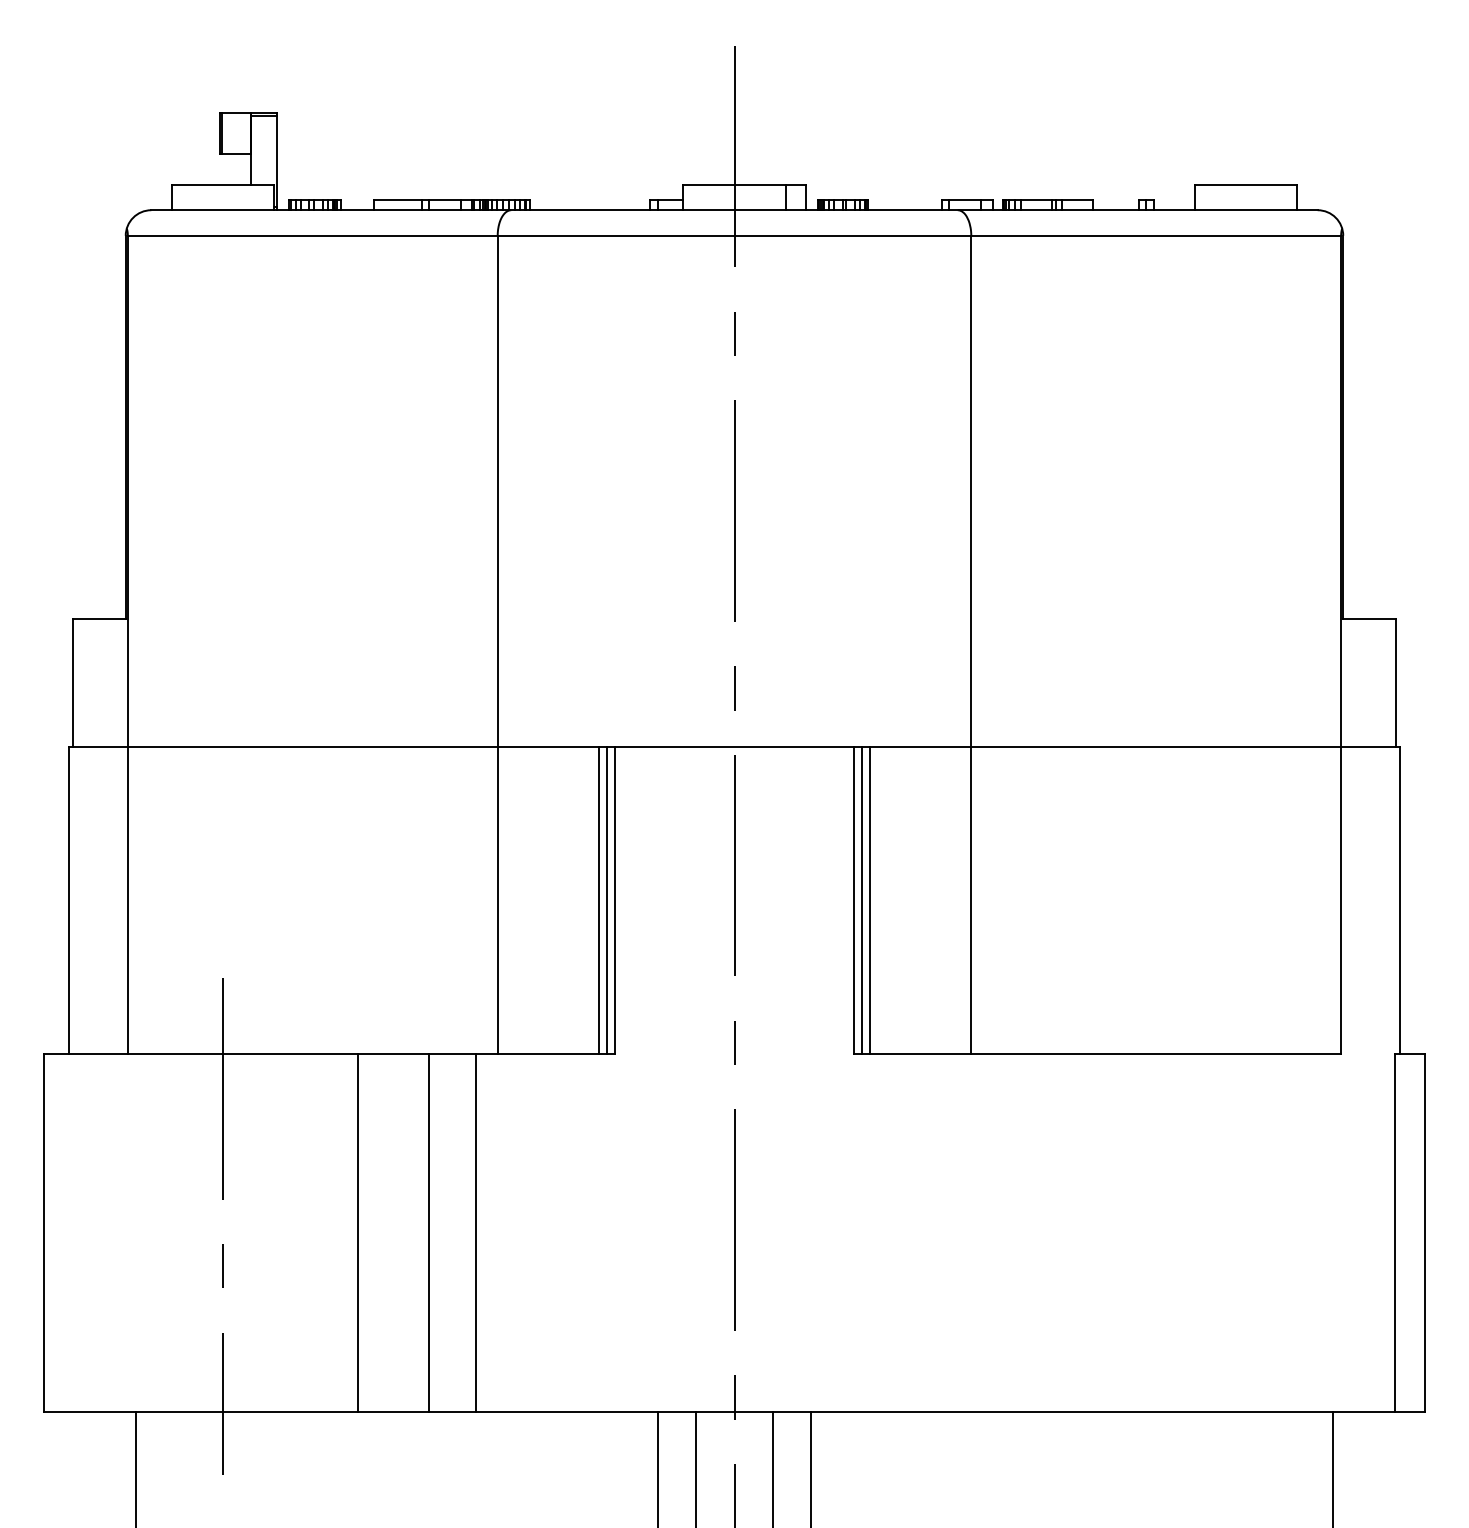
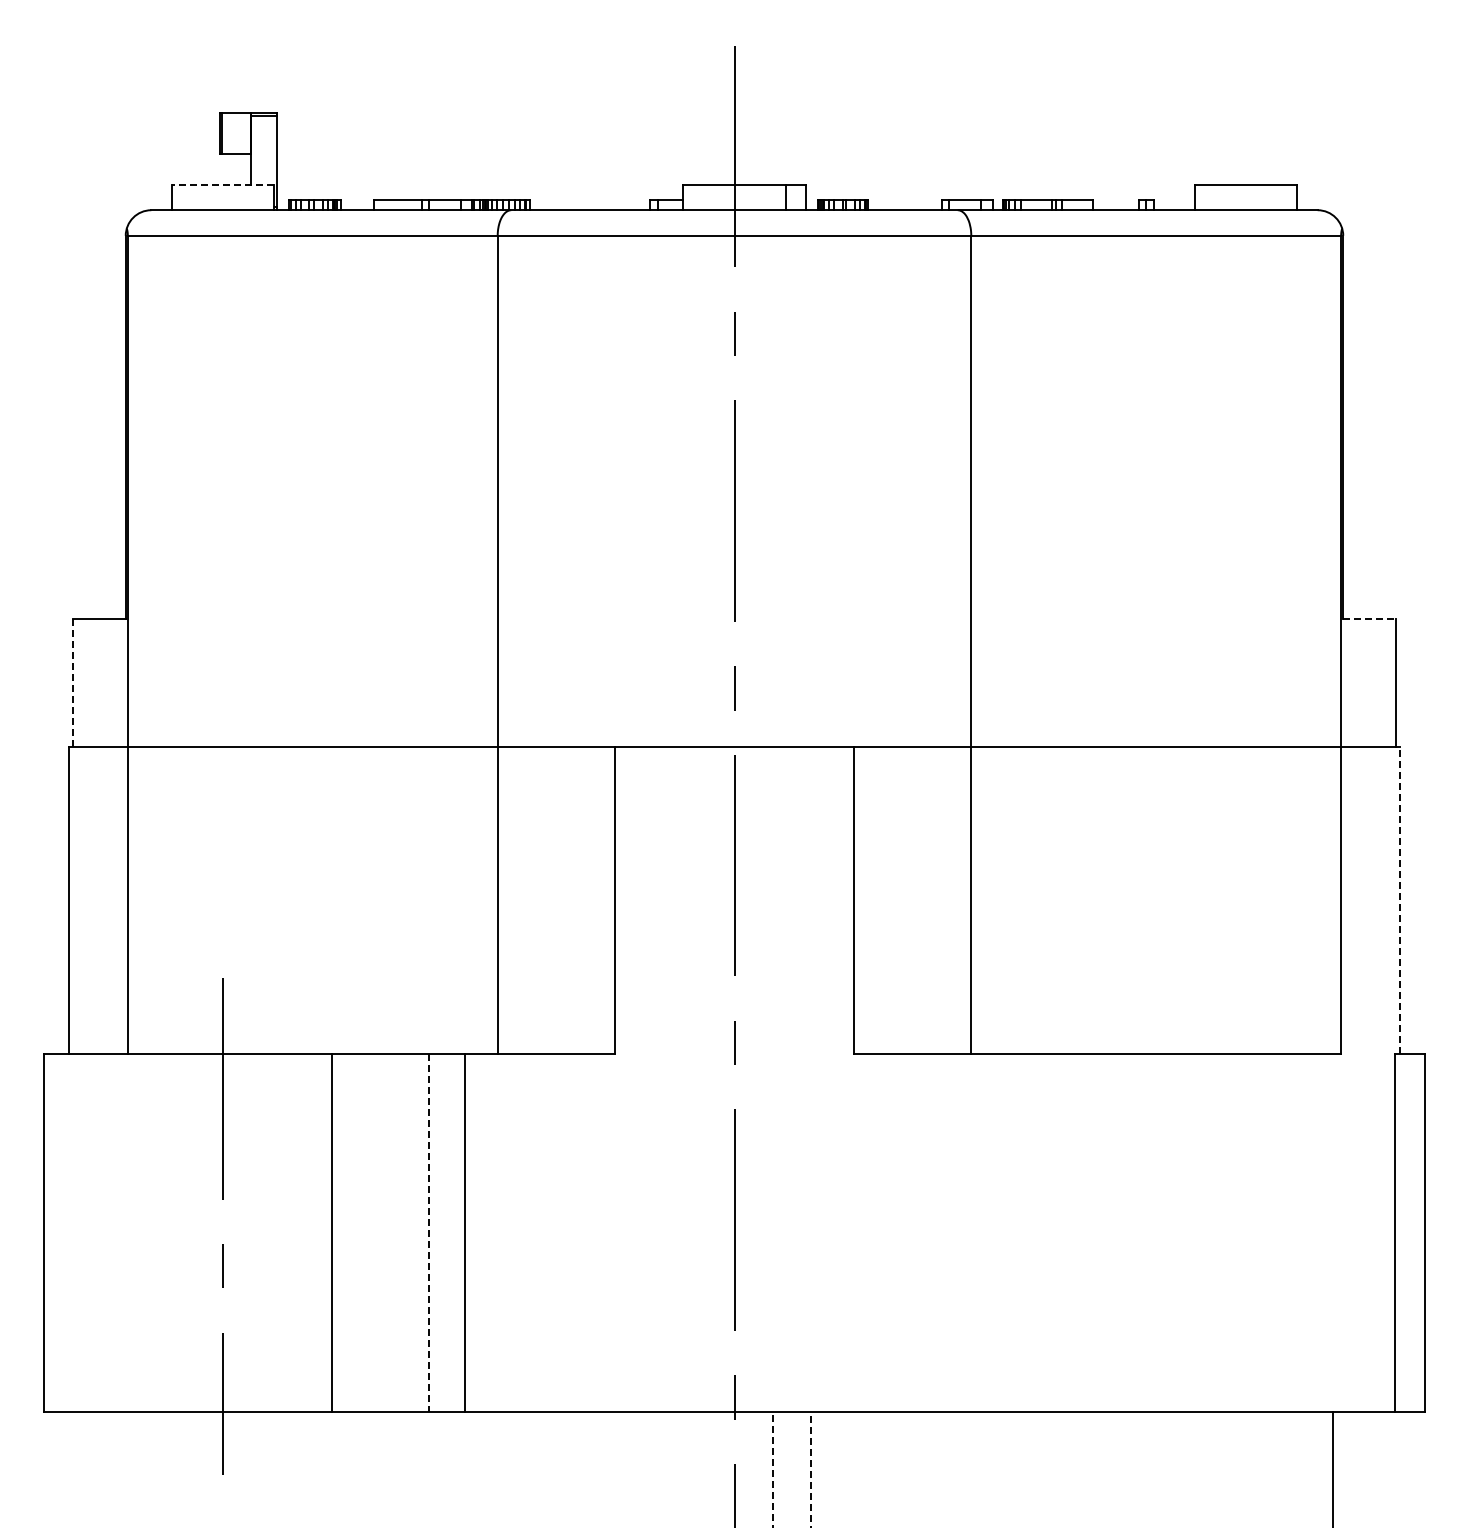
line at (222, 184): solid -> dashed
line at (1369, 619): solid -> dashed
line at (73, 683): solid -> dashed
line at (598, 900): present -> none
line at (606, 900): present -> none
line at (862, 900): present -> none
line at (870, 900): present -> none
line at (1399, 900): solid -> dashed
line at (358, 1233) position: (358, 1233) -> (332, 1233)
line at (429, 1233): solid -> dashed
line at (476, 1233) position: (476, 1233) -> (465, 1233)
line at (135, 1468): present -> none
line at (657, 1468): present -> none
line at (696, 1468): present -> none
line at (772, 1469): solid -> dashed
line at (811, 1470): solid -> dashed
